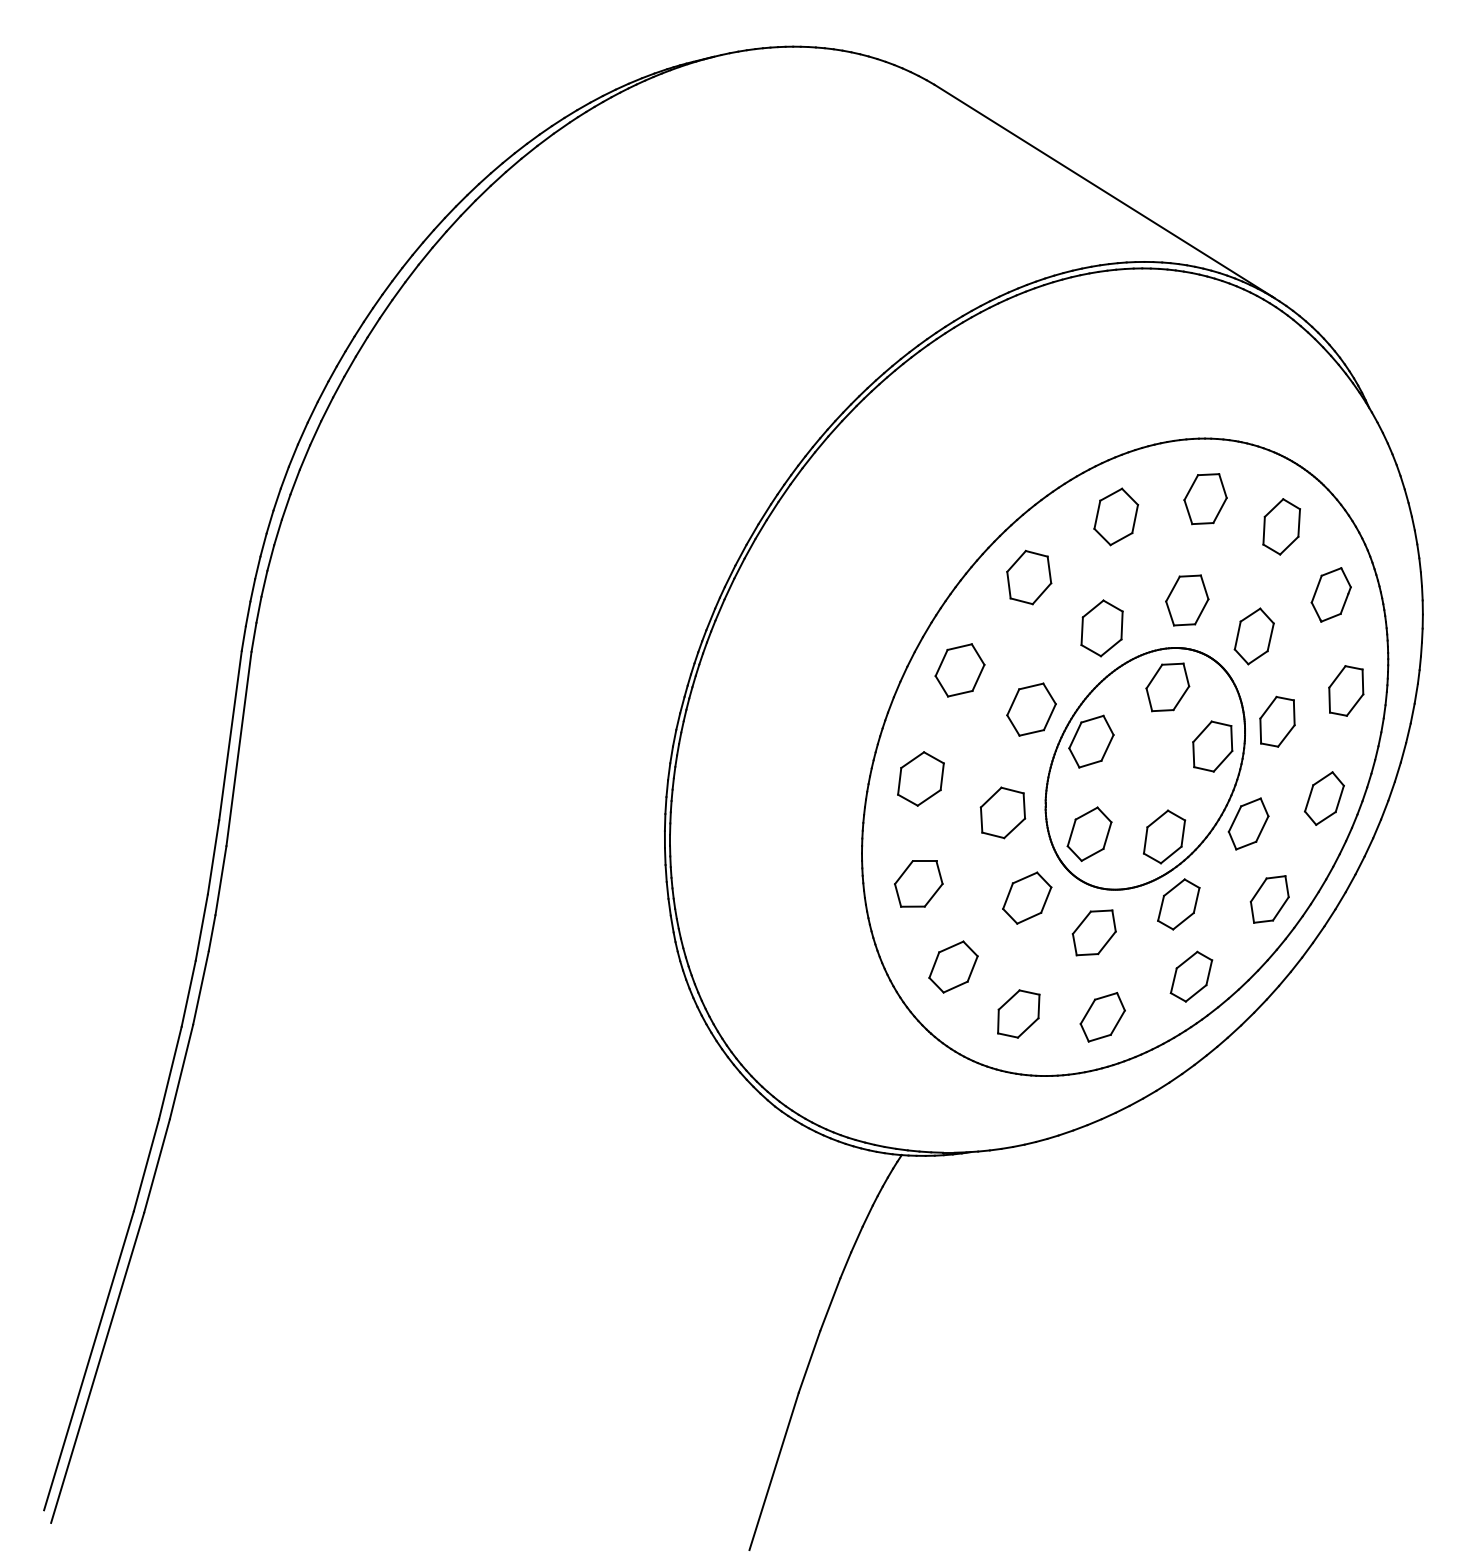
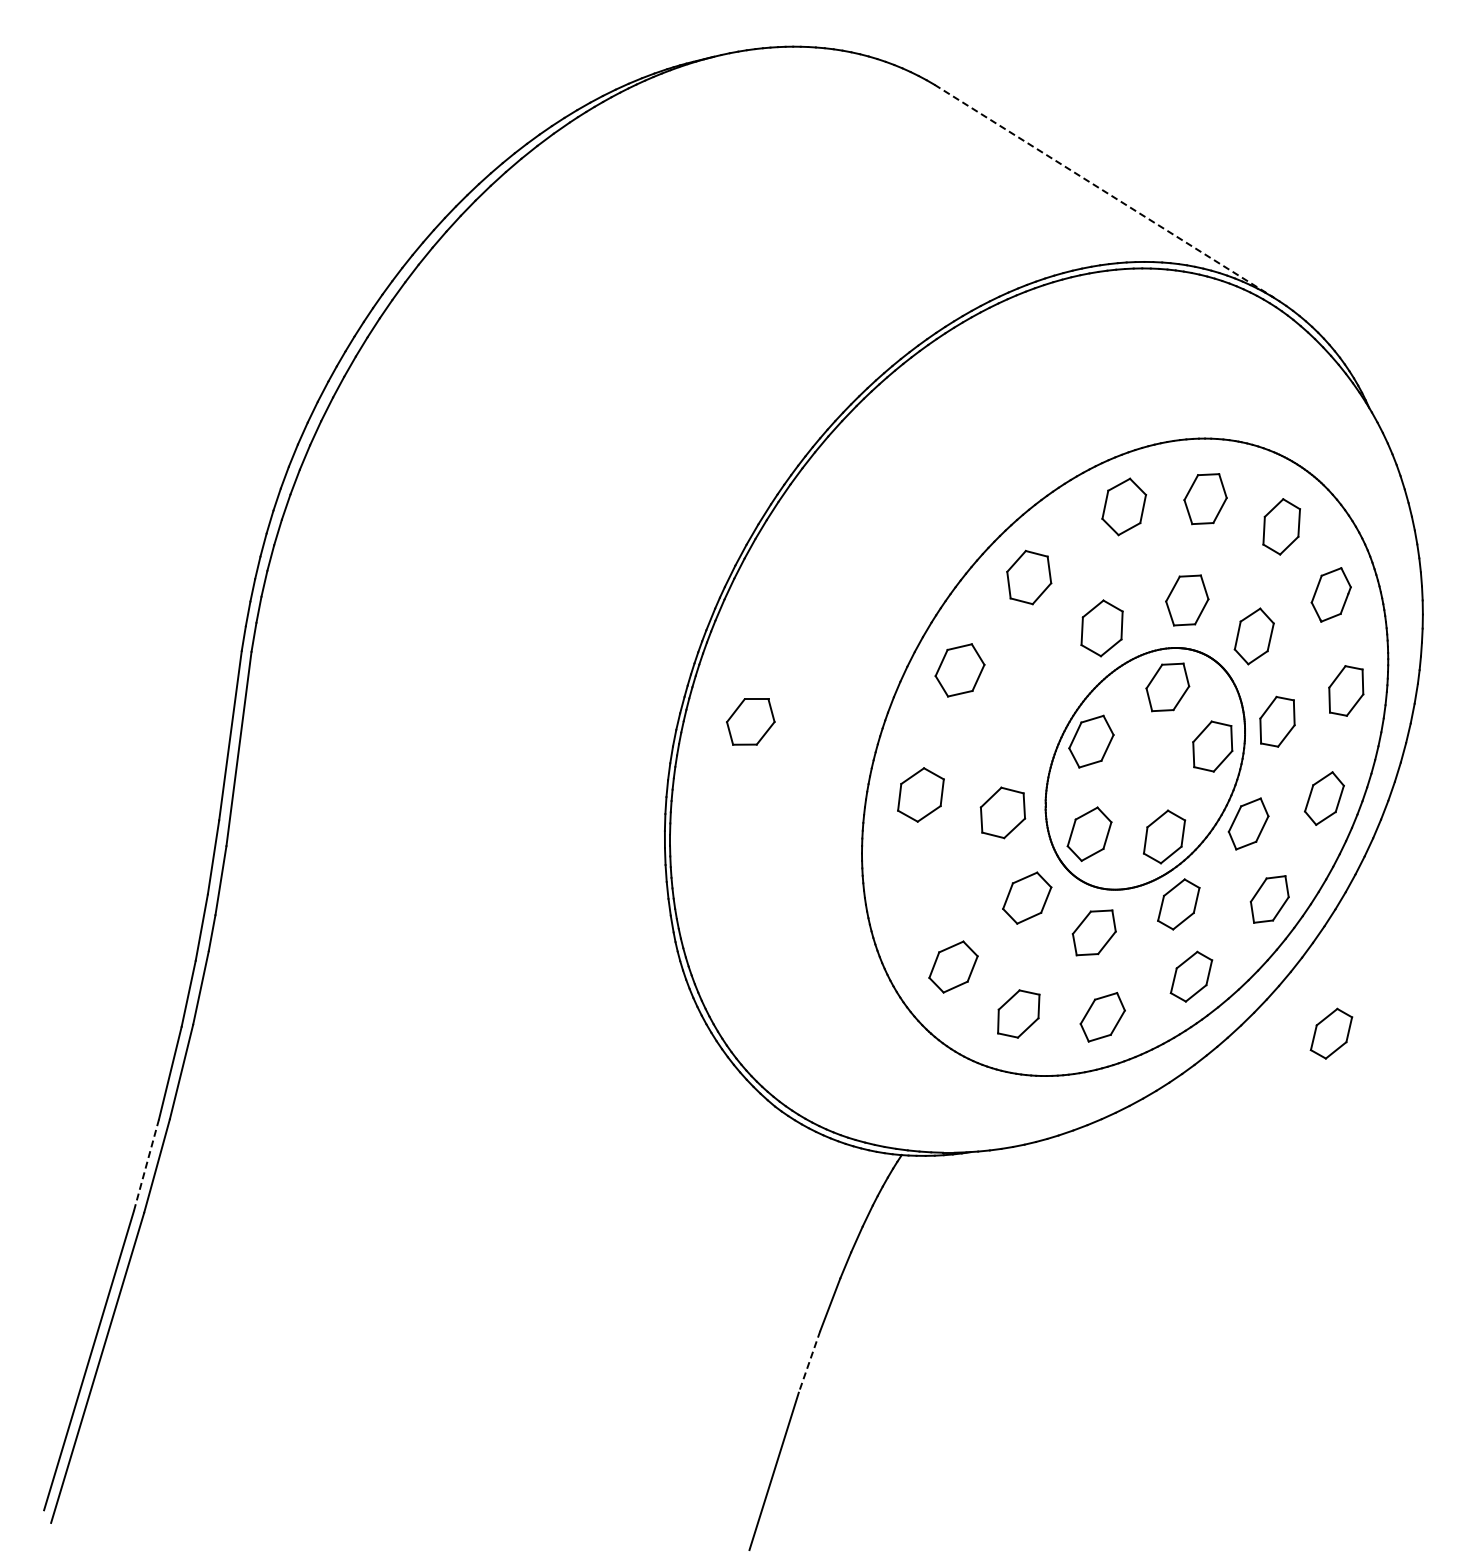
line at (1104, 191): solid -> dashed
part at (1116, 516) position: (1116, 516) -> (1124, 506)
part at (1031, 709): present -> none
part at (920, 778) position: (920, 778) -> (920, 794)
part at (918, 883) position: (918, 883) -> (750, 721)
part at (1331, 1033): none -> present
line at (146, 1165): solid -> dashed
line at (809, 1361): solid -> dashed
